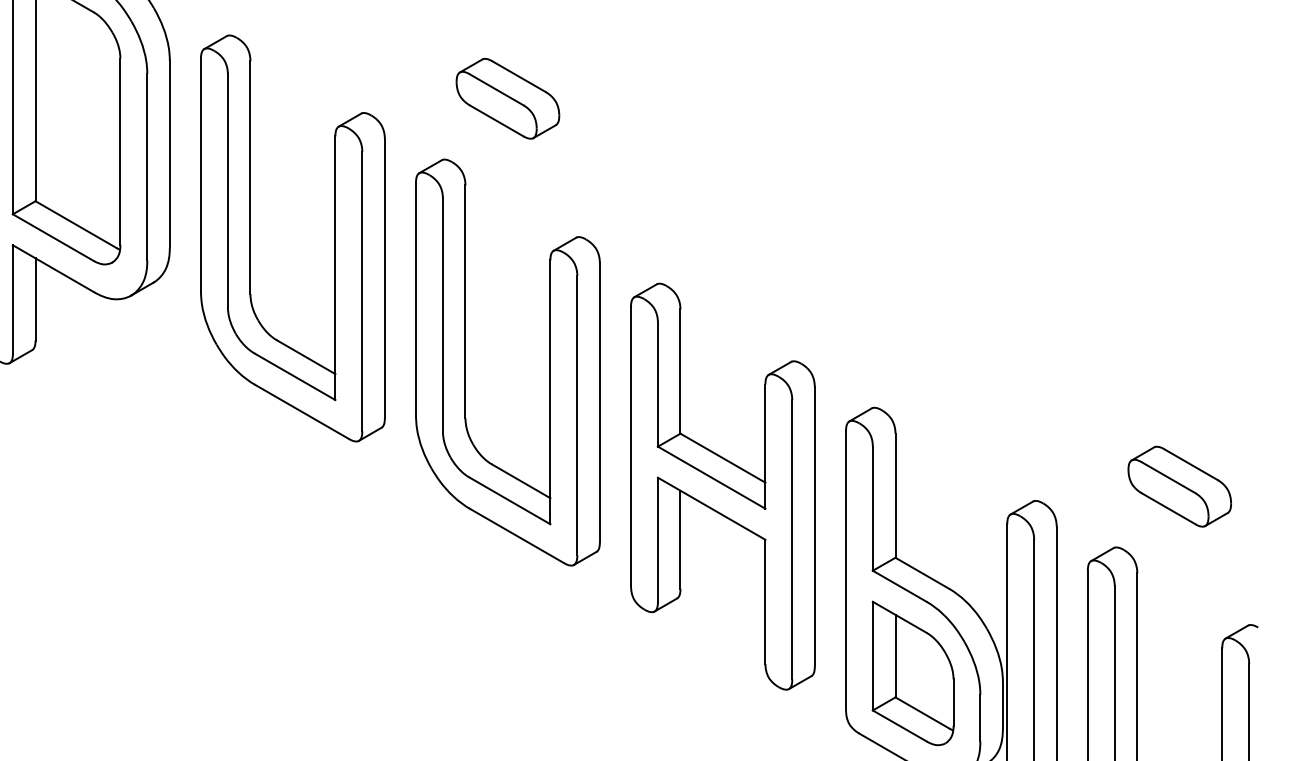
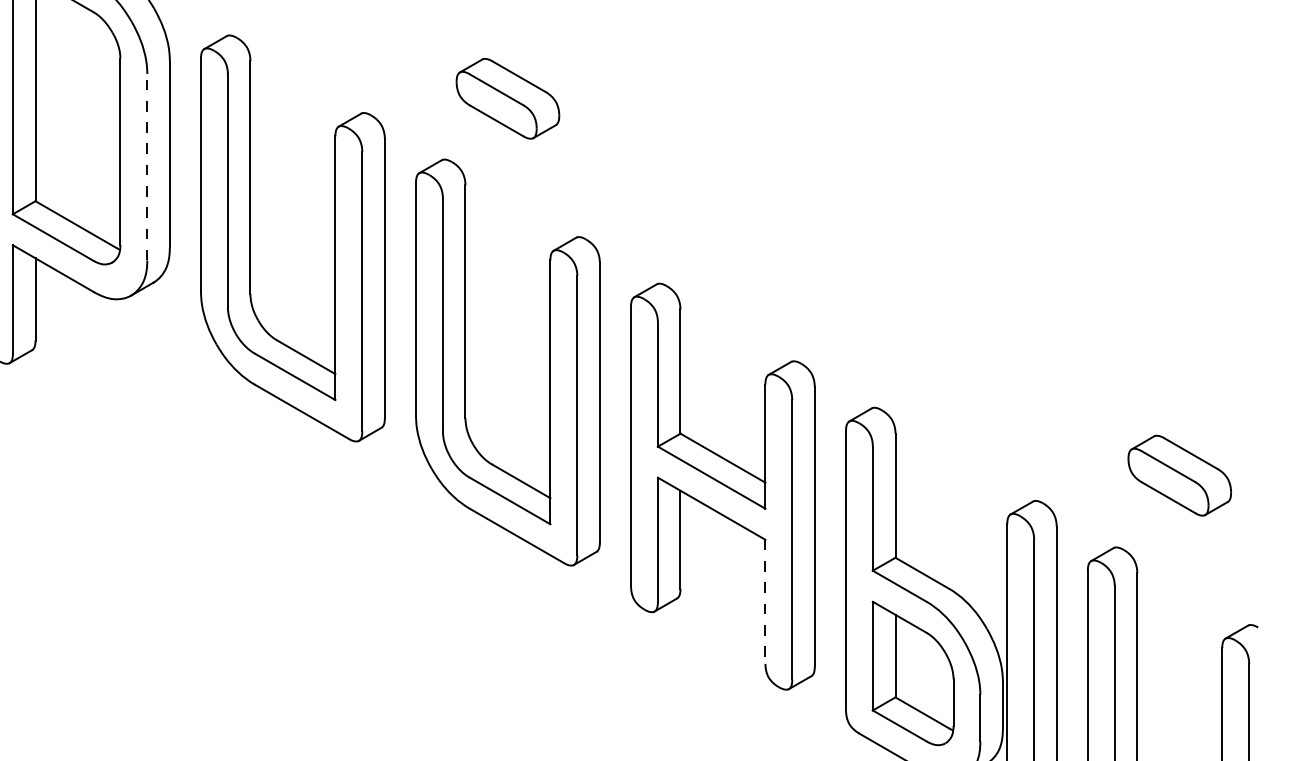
line at (147, 166): solid -> dashed
part at (1179, 486) position: (1179, 486) -> (1179, 475)
line at (765, 602): solid -> dashed
